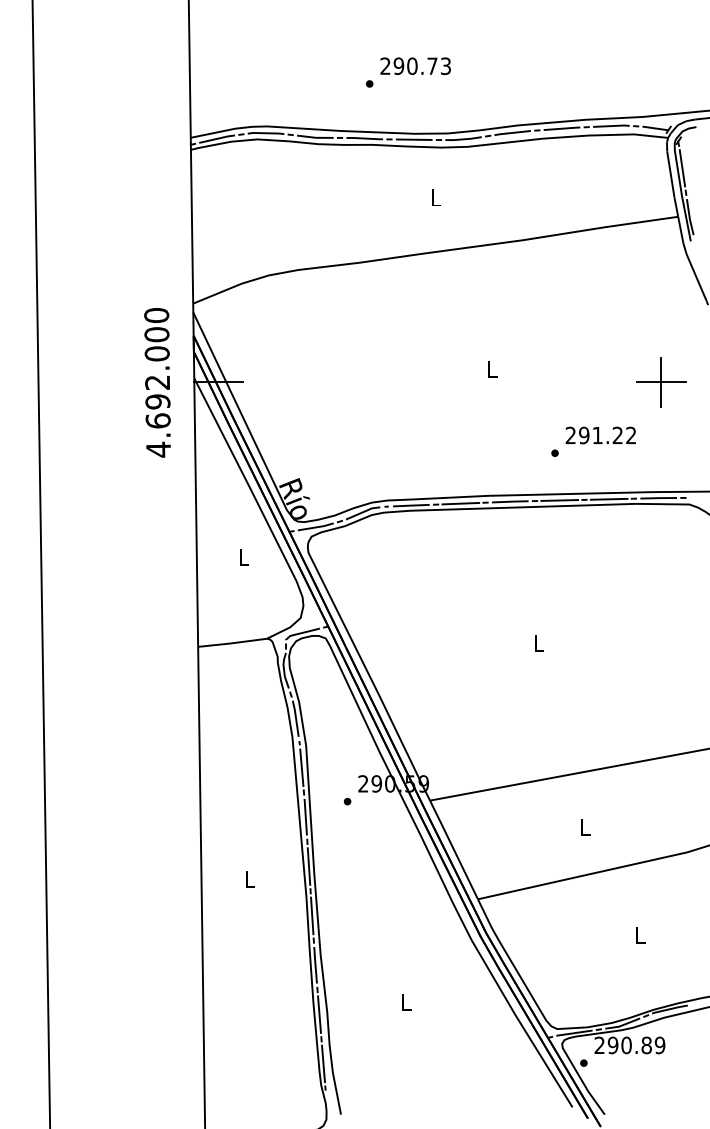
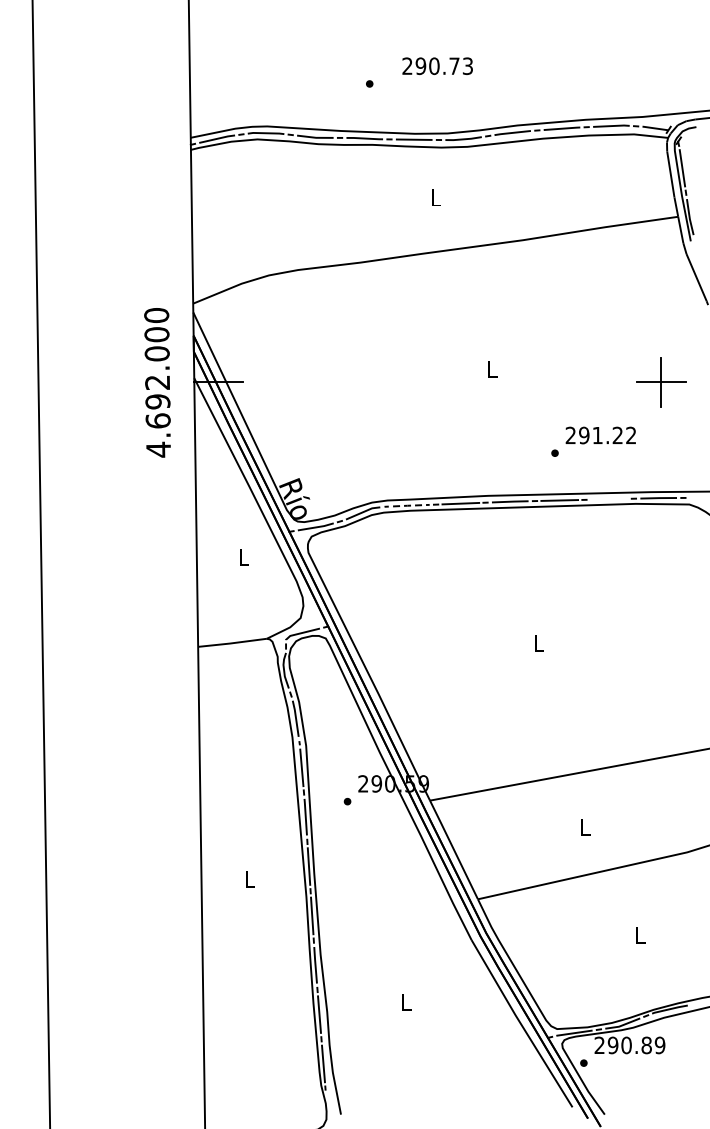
text at (415, 65) position: (415, 65) -> (437, 65)
line at (608, 498): present -> none
line at (411, 505): solid -> dashed
